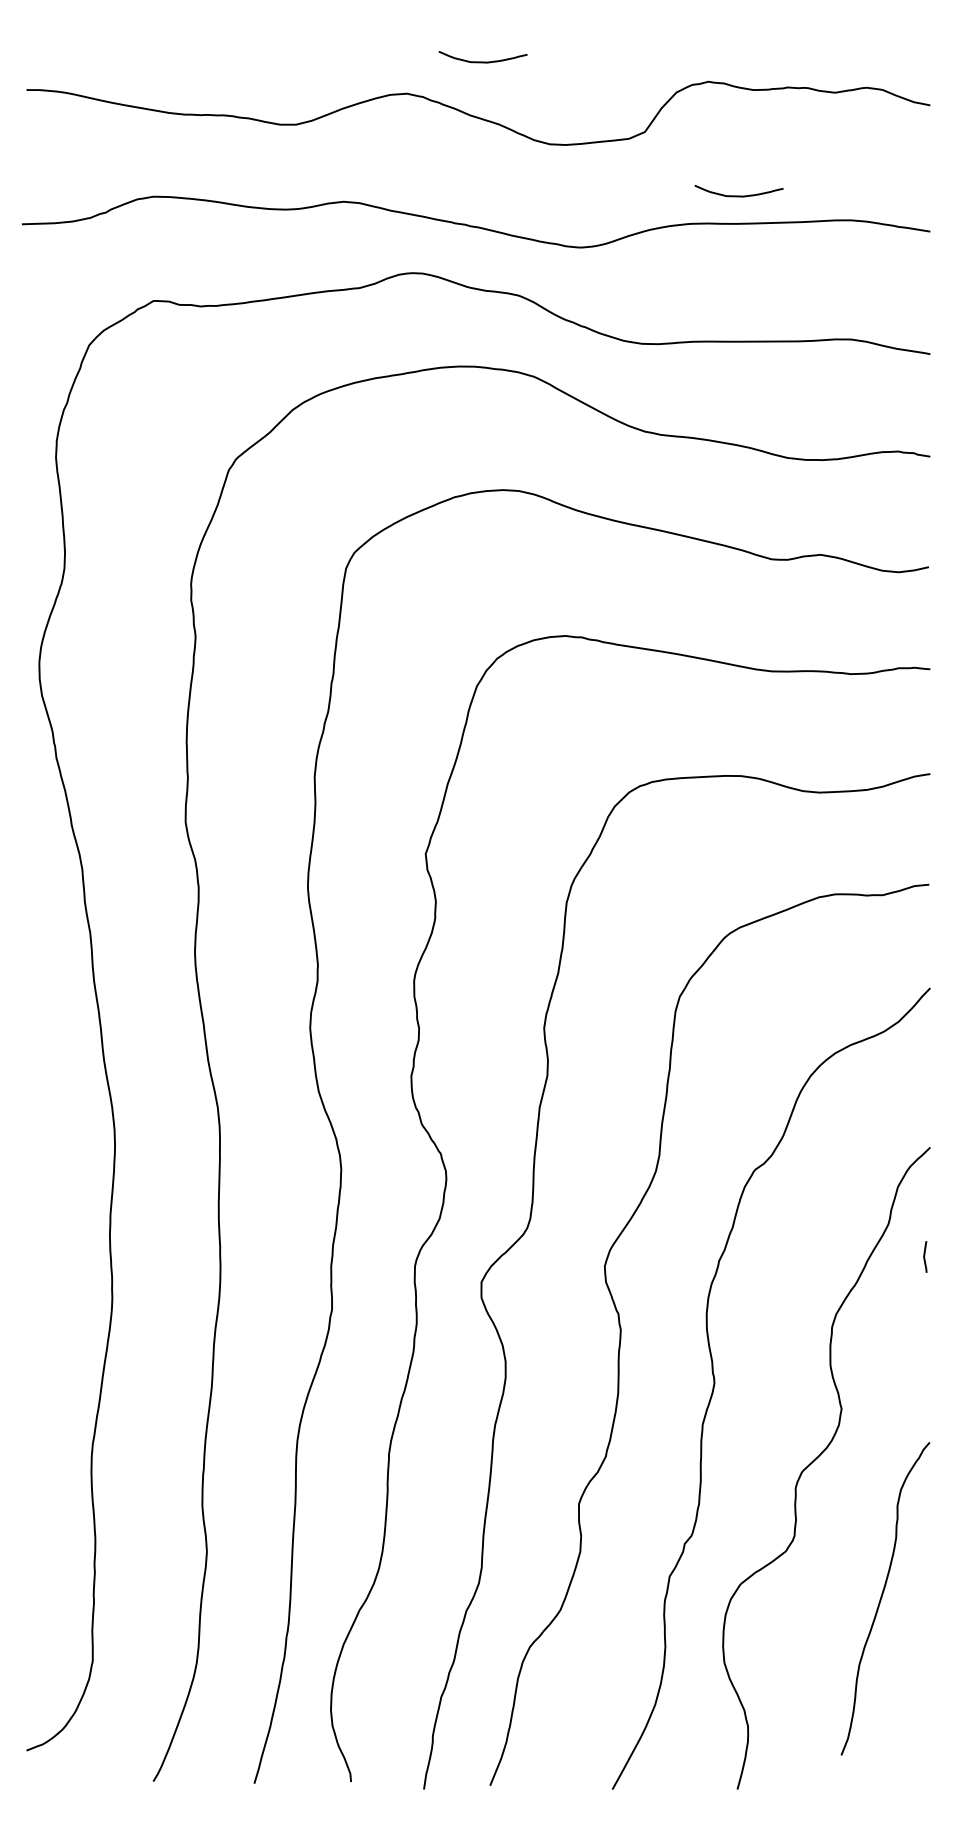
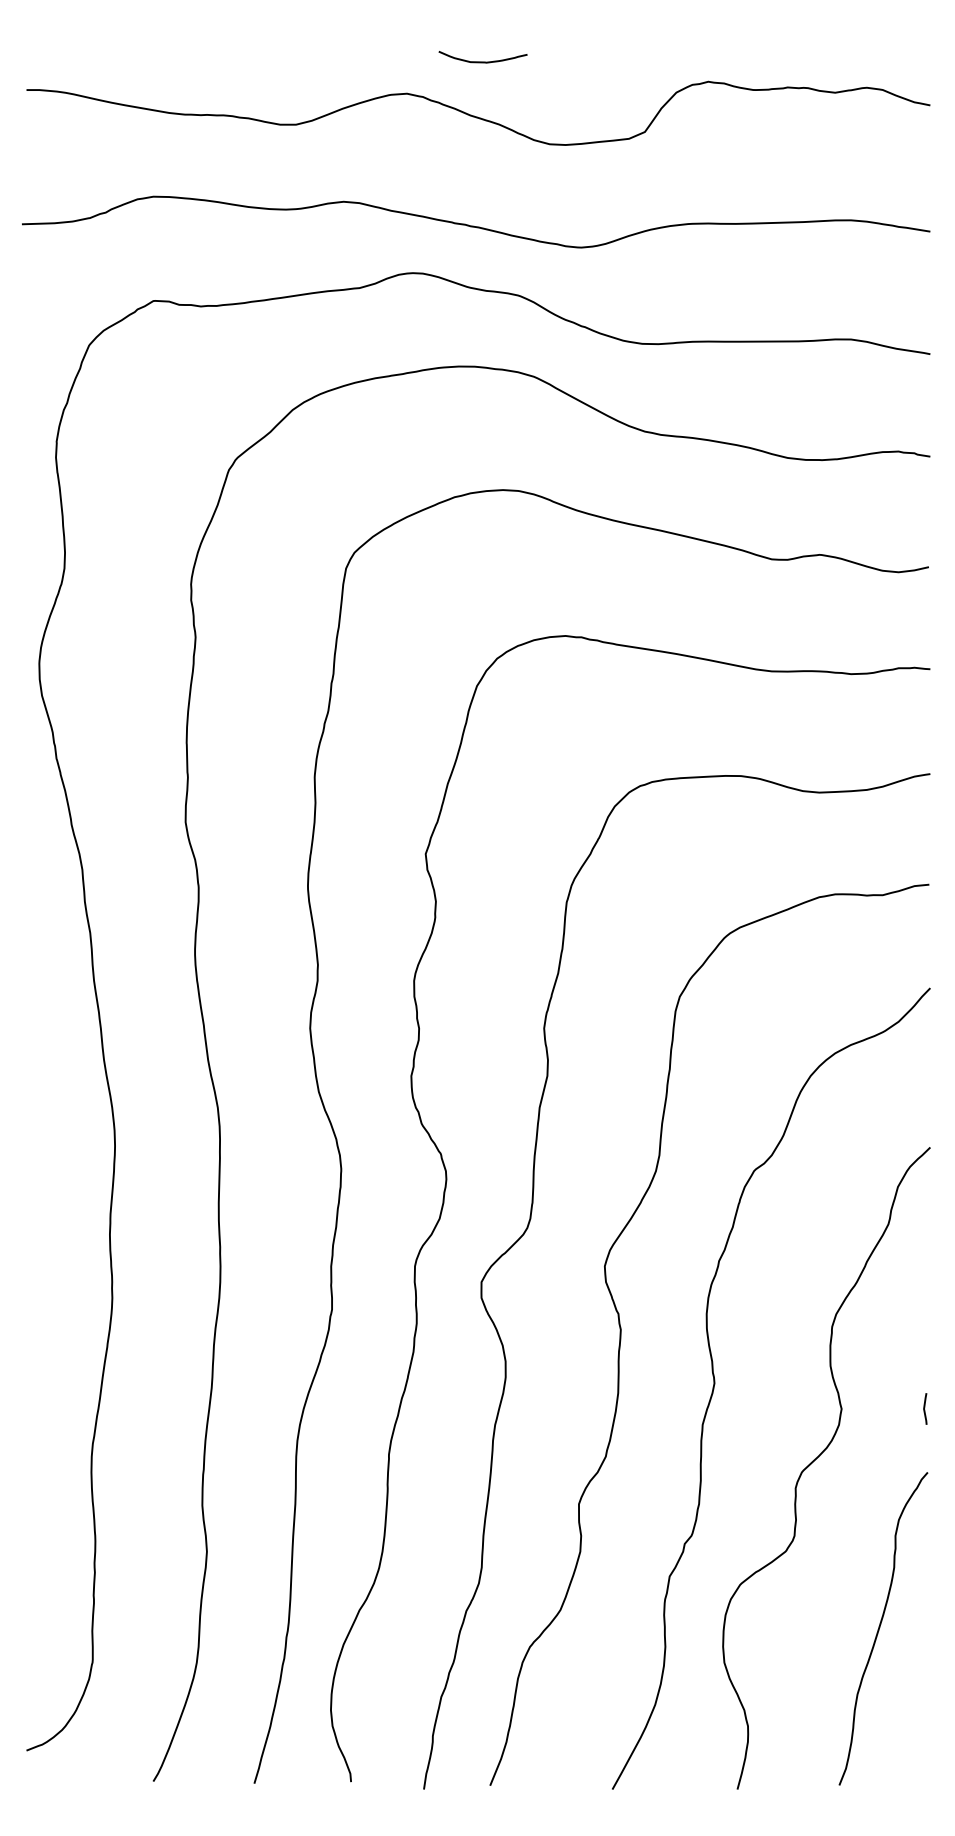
curve at (738, 195): present -> none
line at (925, 1255) position: (925, 1255) -> (925, 1407)
curve at (882, 1597) position: (882, 1597) -> (880, 1627)
